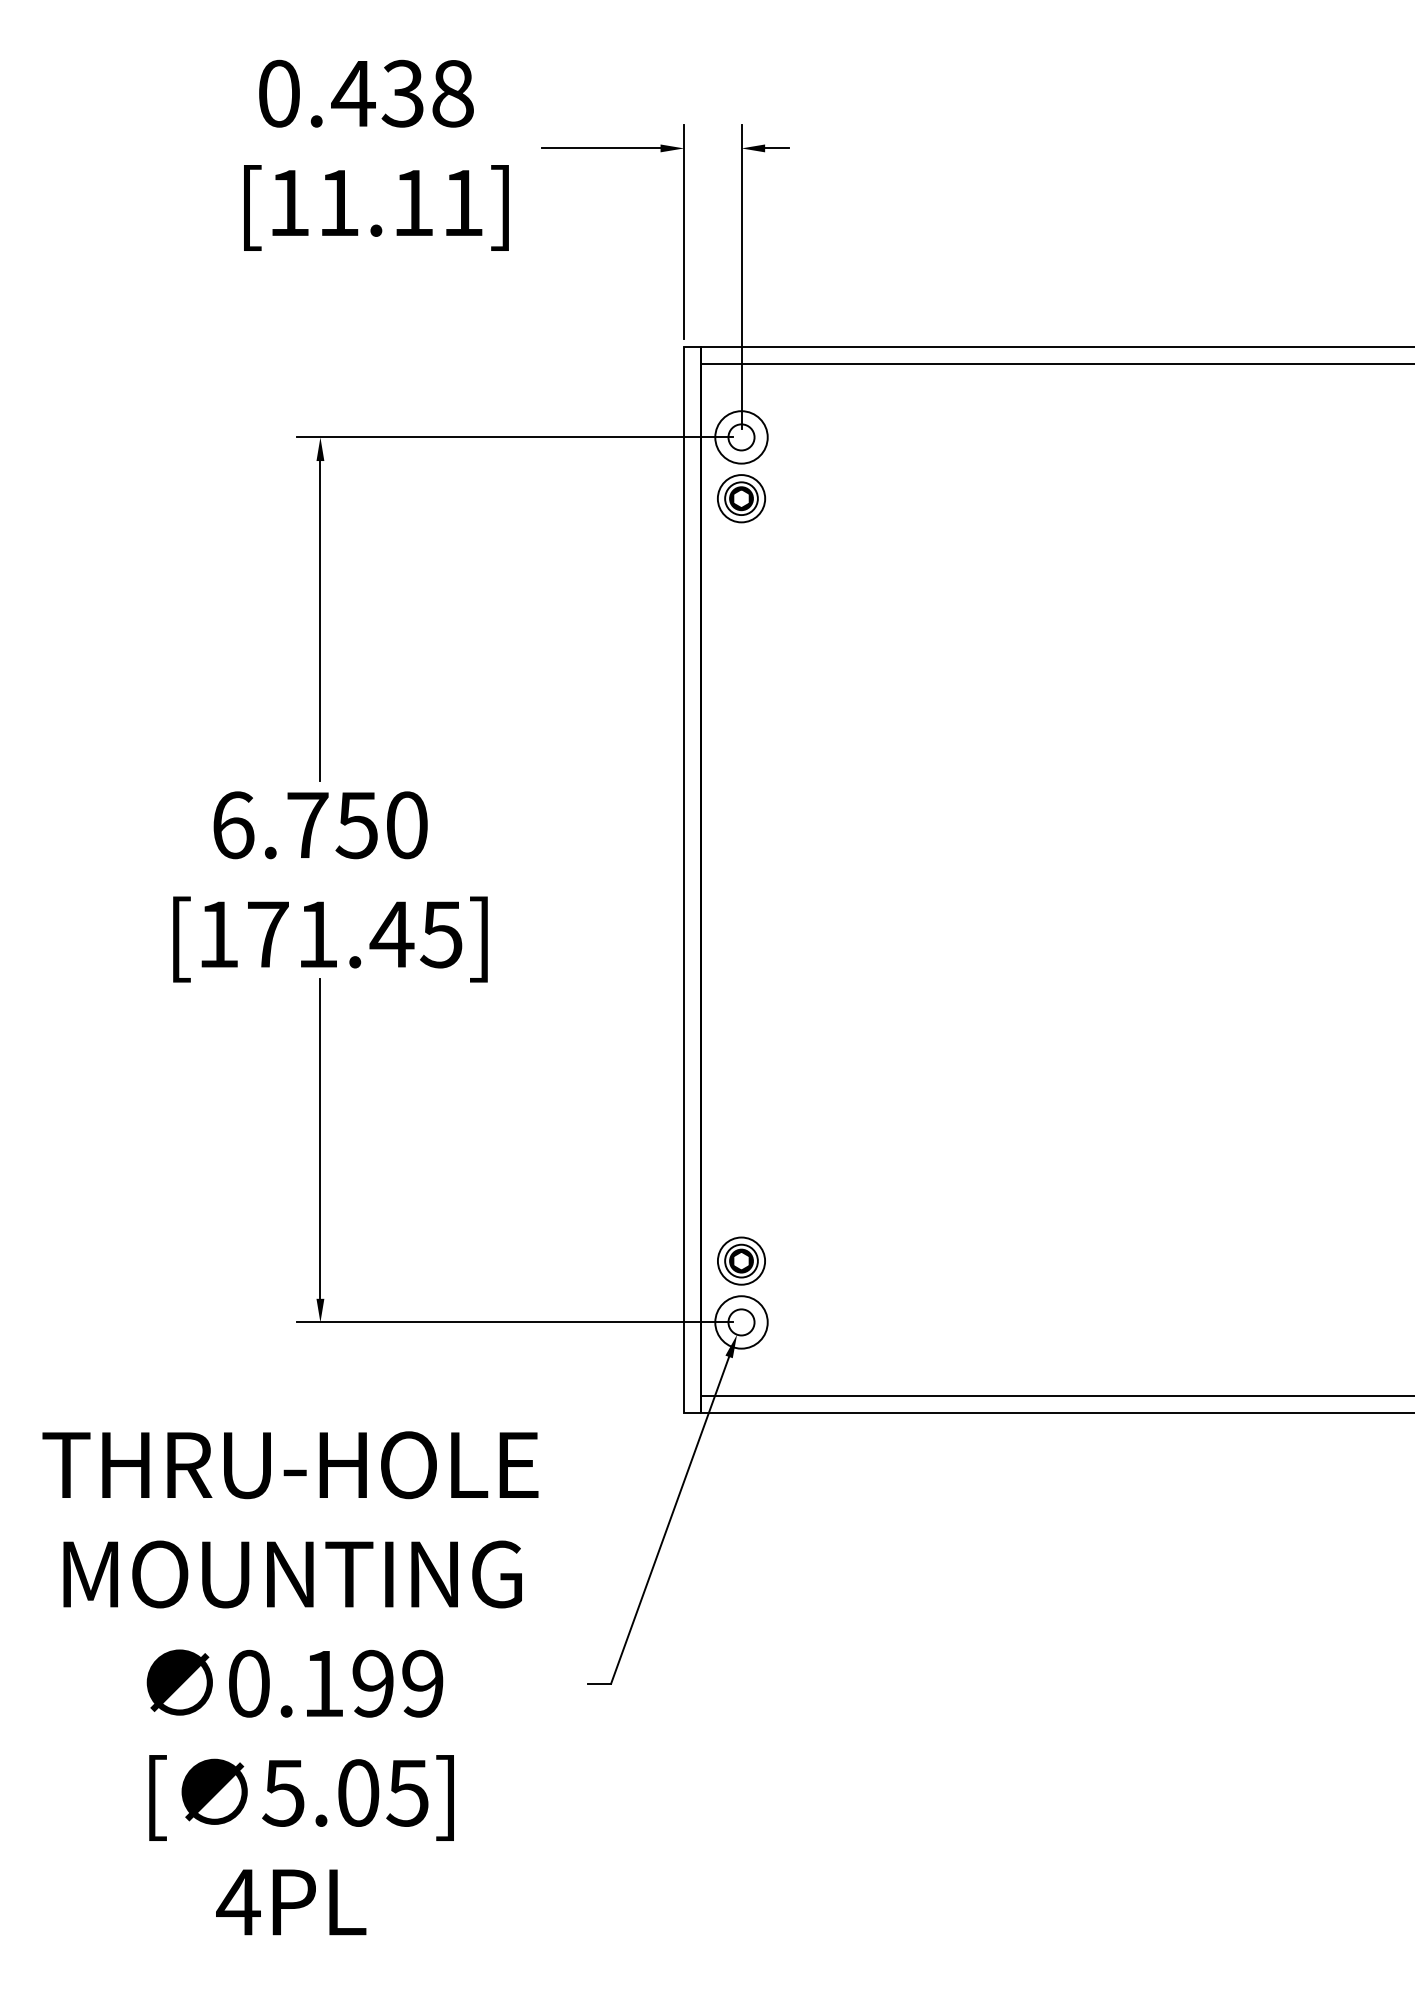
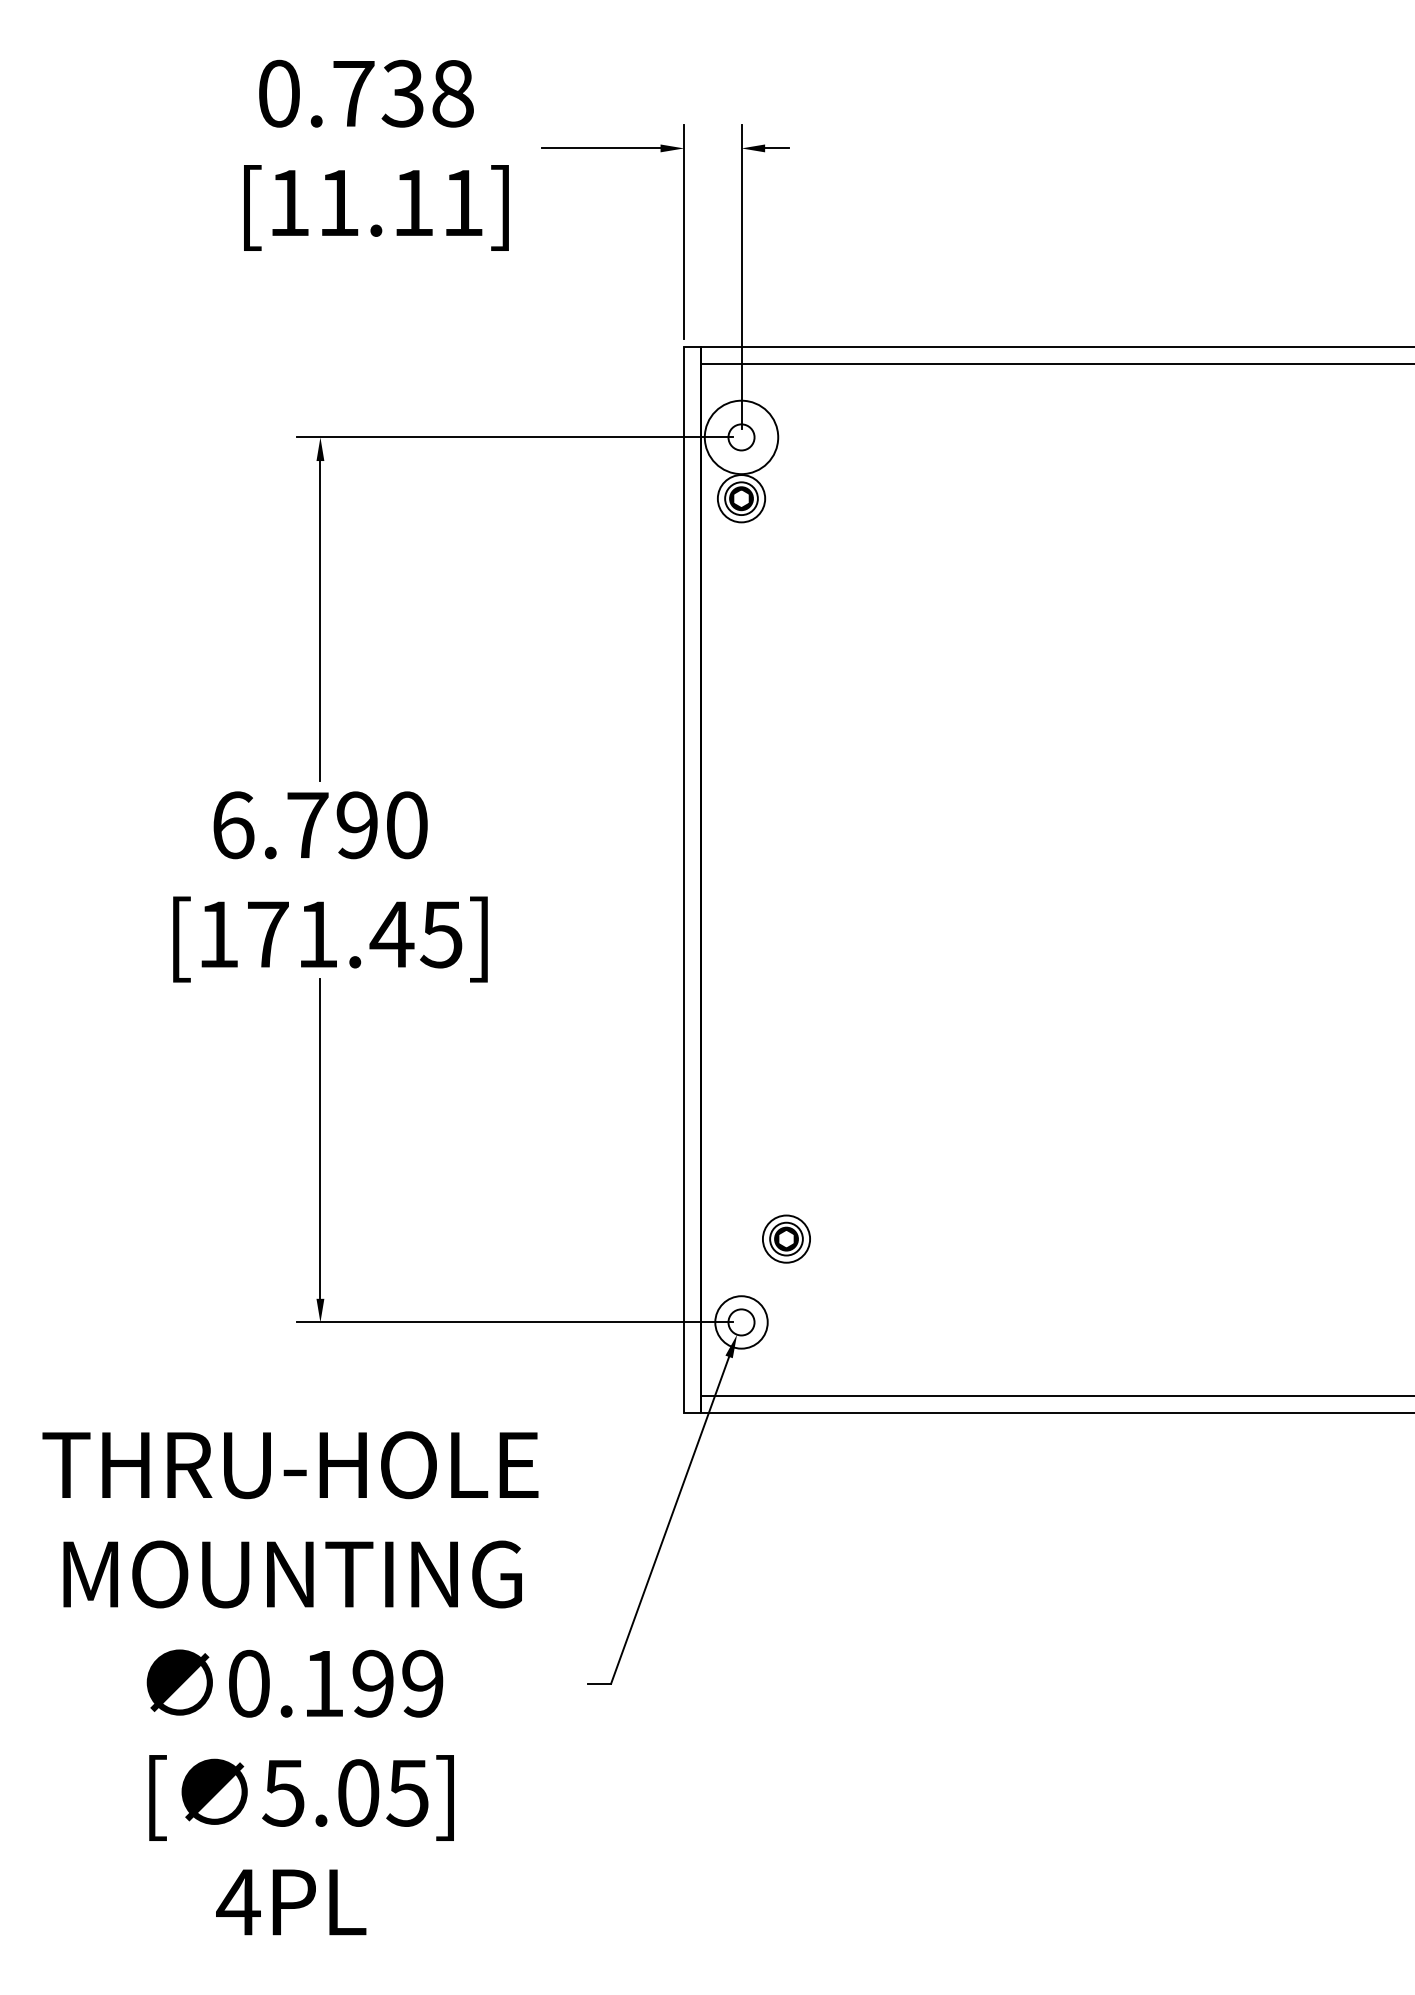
text at (353, 93): 0.438 -> 0.738
circle at (741, 437) diameter: 52 px -> 73 px
text at (356, 825): 6.750 -> 6.790
part at (741, 1260) position: (741, 1260) -> (786, 1238)
